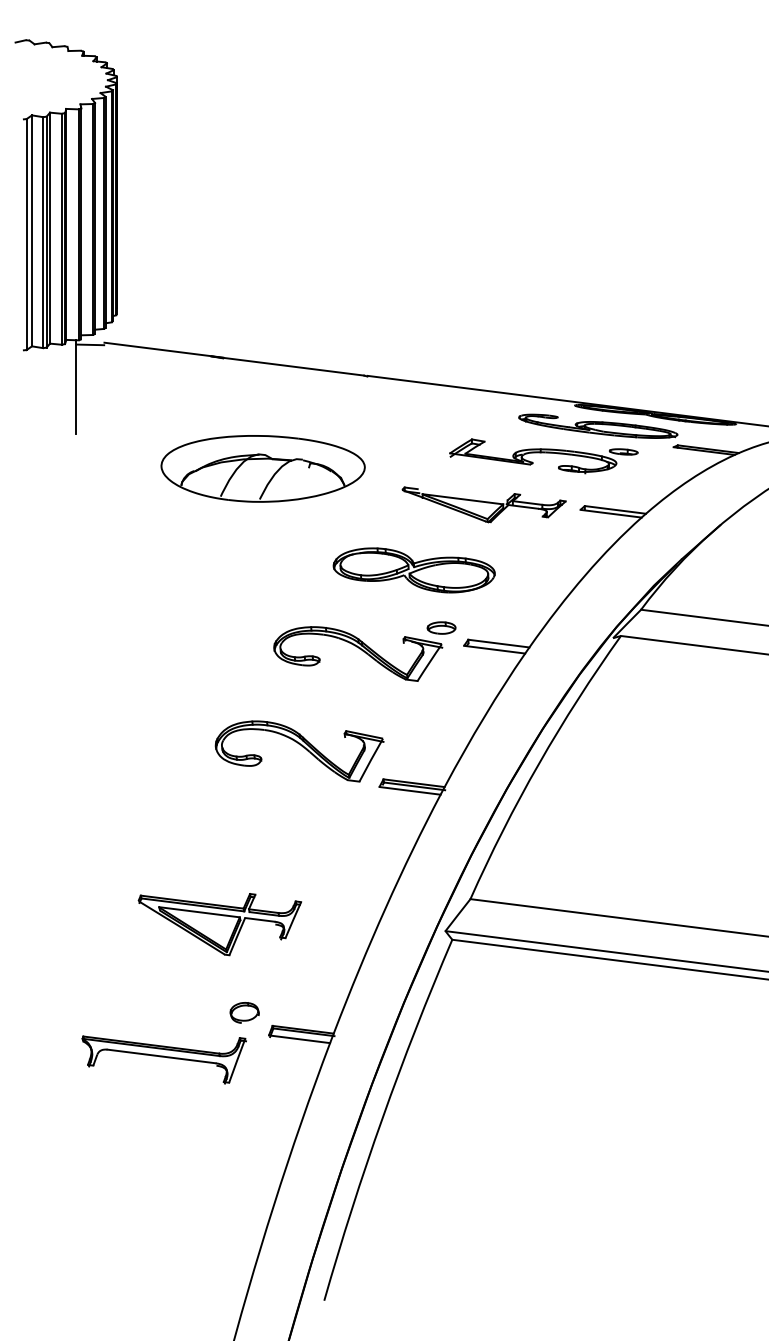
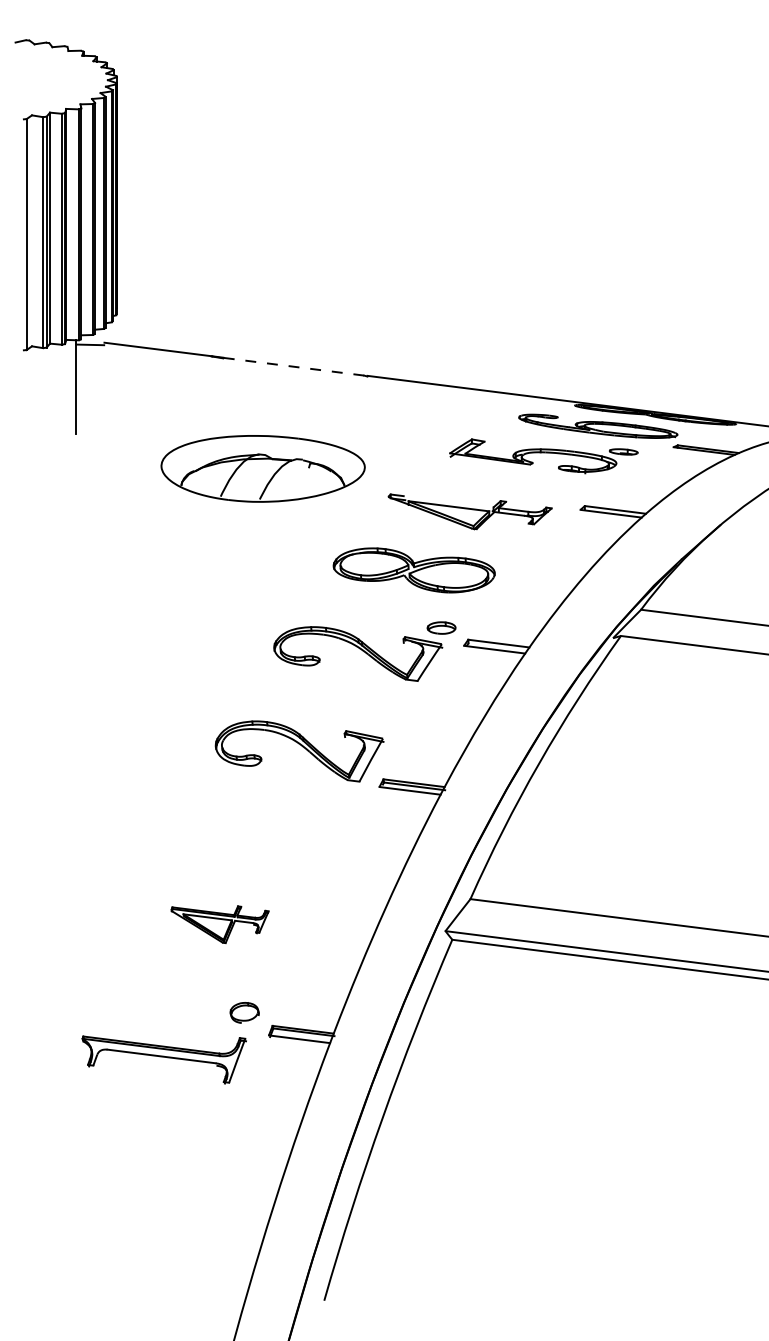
line at (32, 230): present -> none
line at (287, 365): solid -> dashed
part at (483, 504) position: (483, 504) -> (469, 511)
part at (219, 924) size: 166x64 px -> 100x39 px
